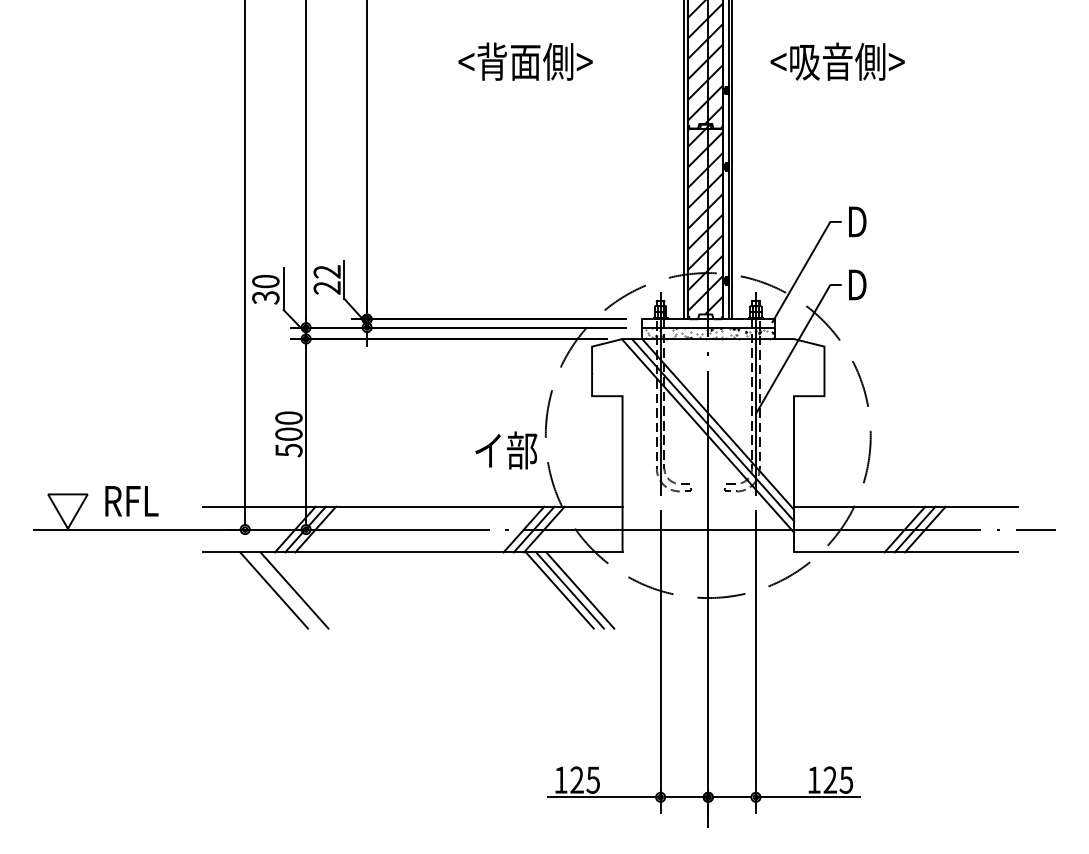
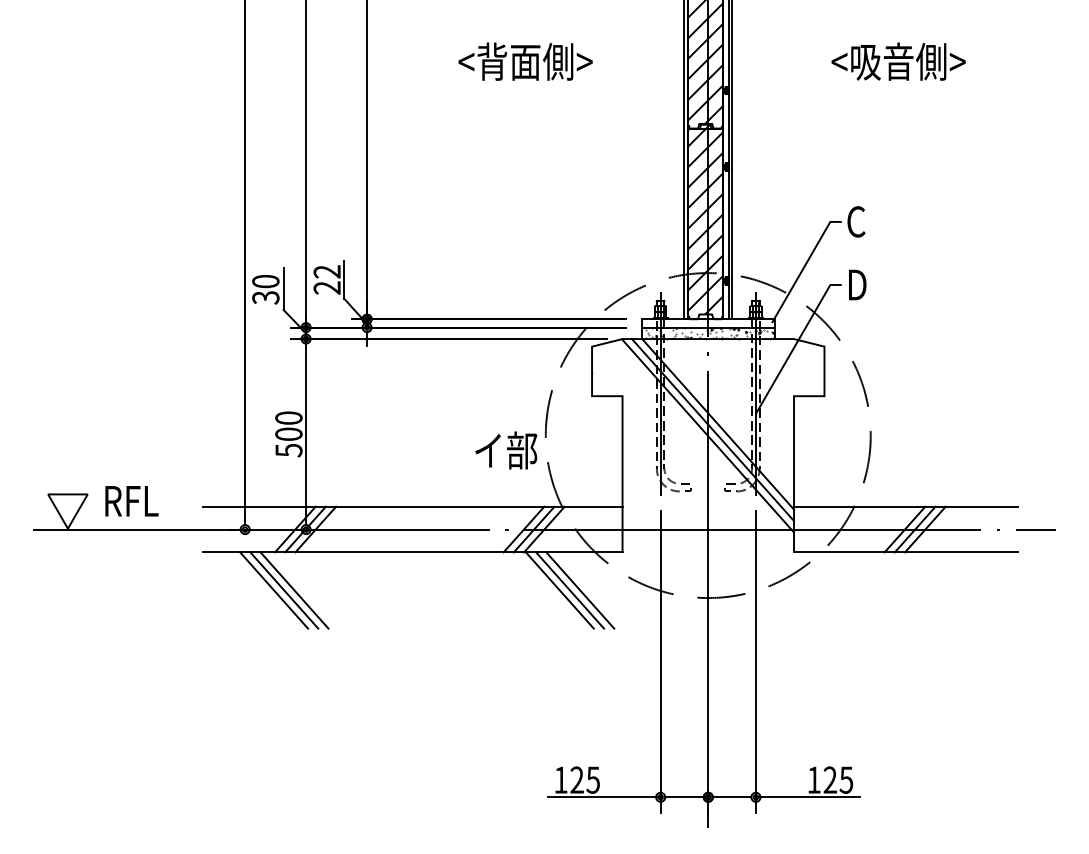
text at (837, 61) position: (837, 61) -> (898, 61)
text at (856, 221): D -> C
line at (284, 590): none -> present
